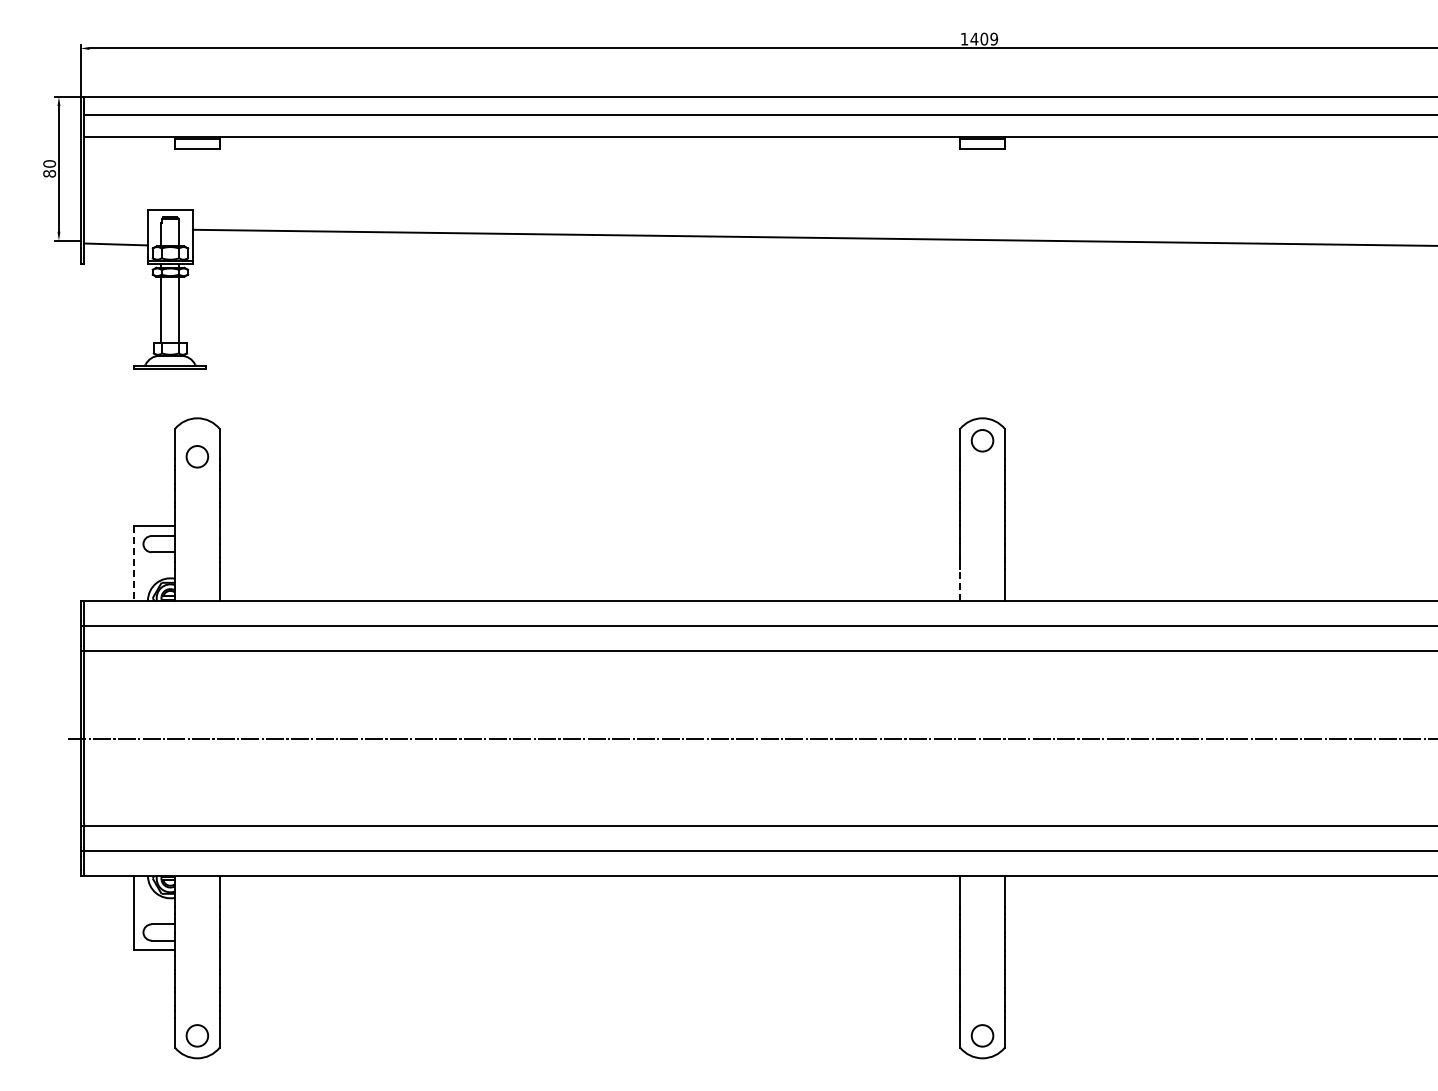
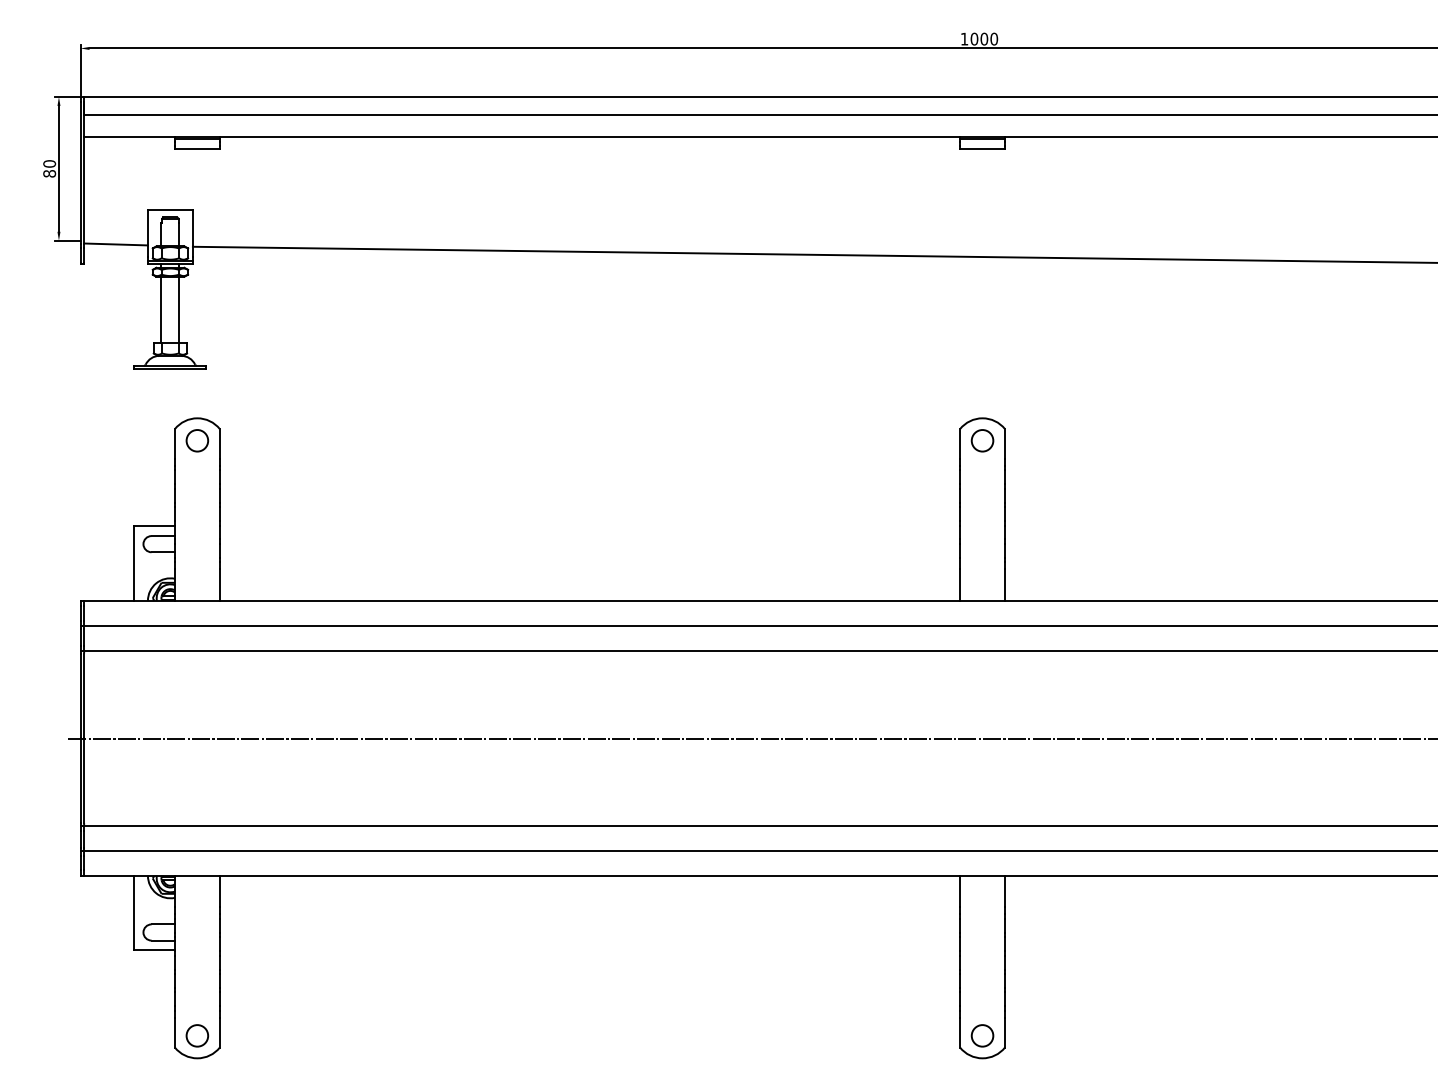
text at (983, 38): 1409 -> 1000
line at (813, 237) position: (813, 237) -> (813, 254)
circle at (197, 456) position: (197, 456) -> (197, 440)
line at (134, 563): dashed -> solid
line at (960, 585): dashed -> solid
